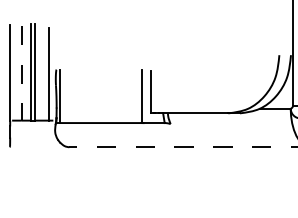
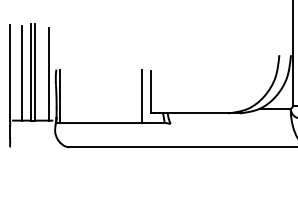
line at (21, 73): dashed -> solid
line at (183, 147): dashed -> solid
